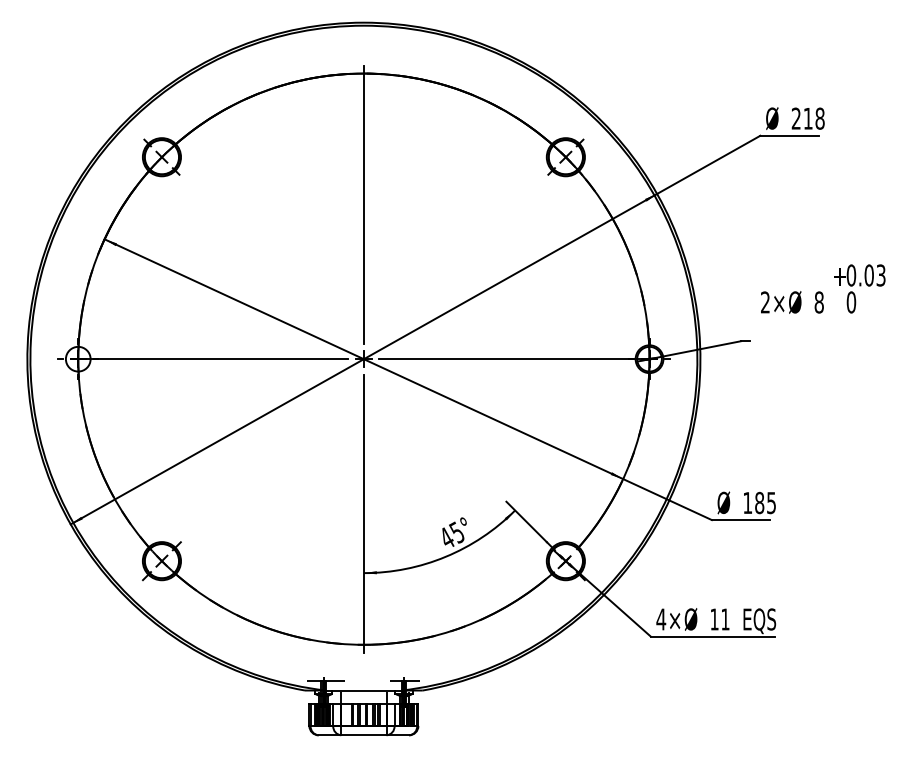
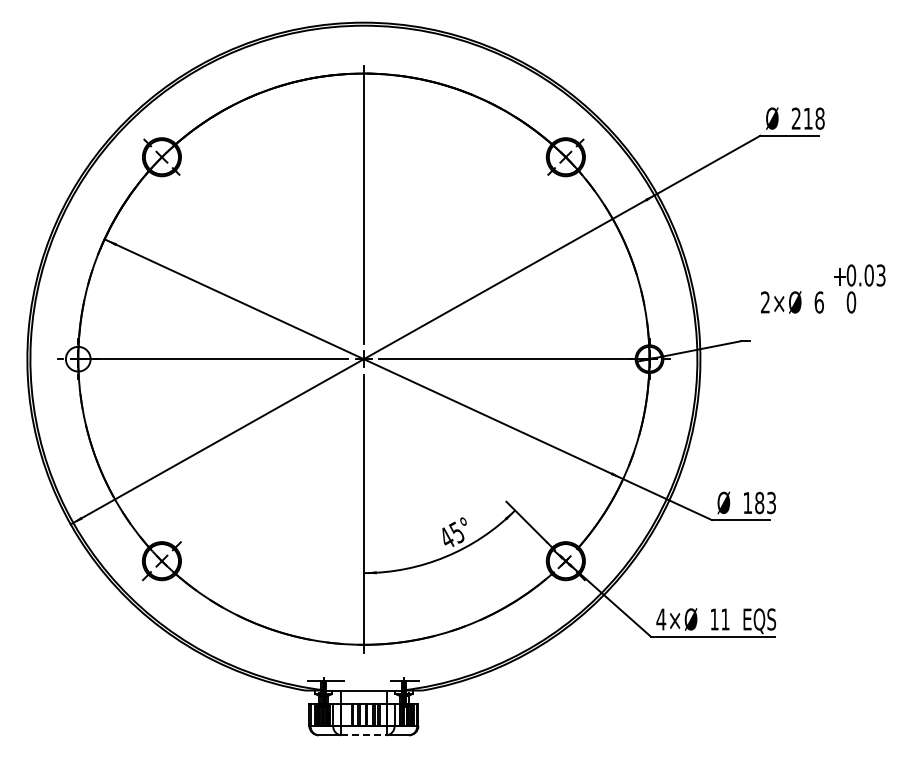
text at (818, 302): 8 -> 6
text at (771, 502): 185 -> 183
line at (363, 735): solid -> dashed
